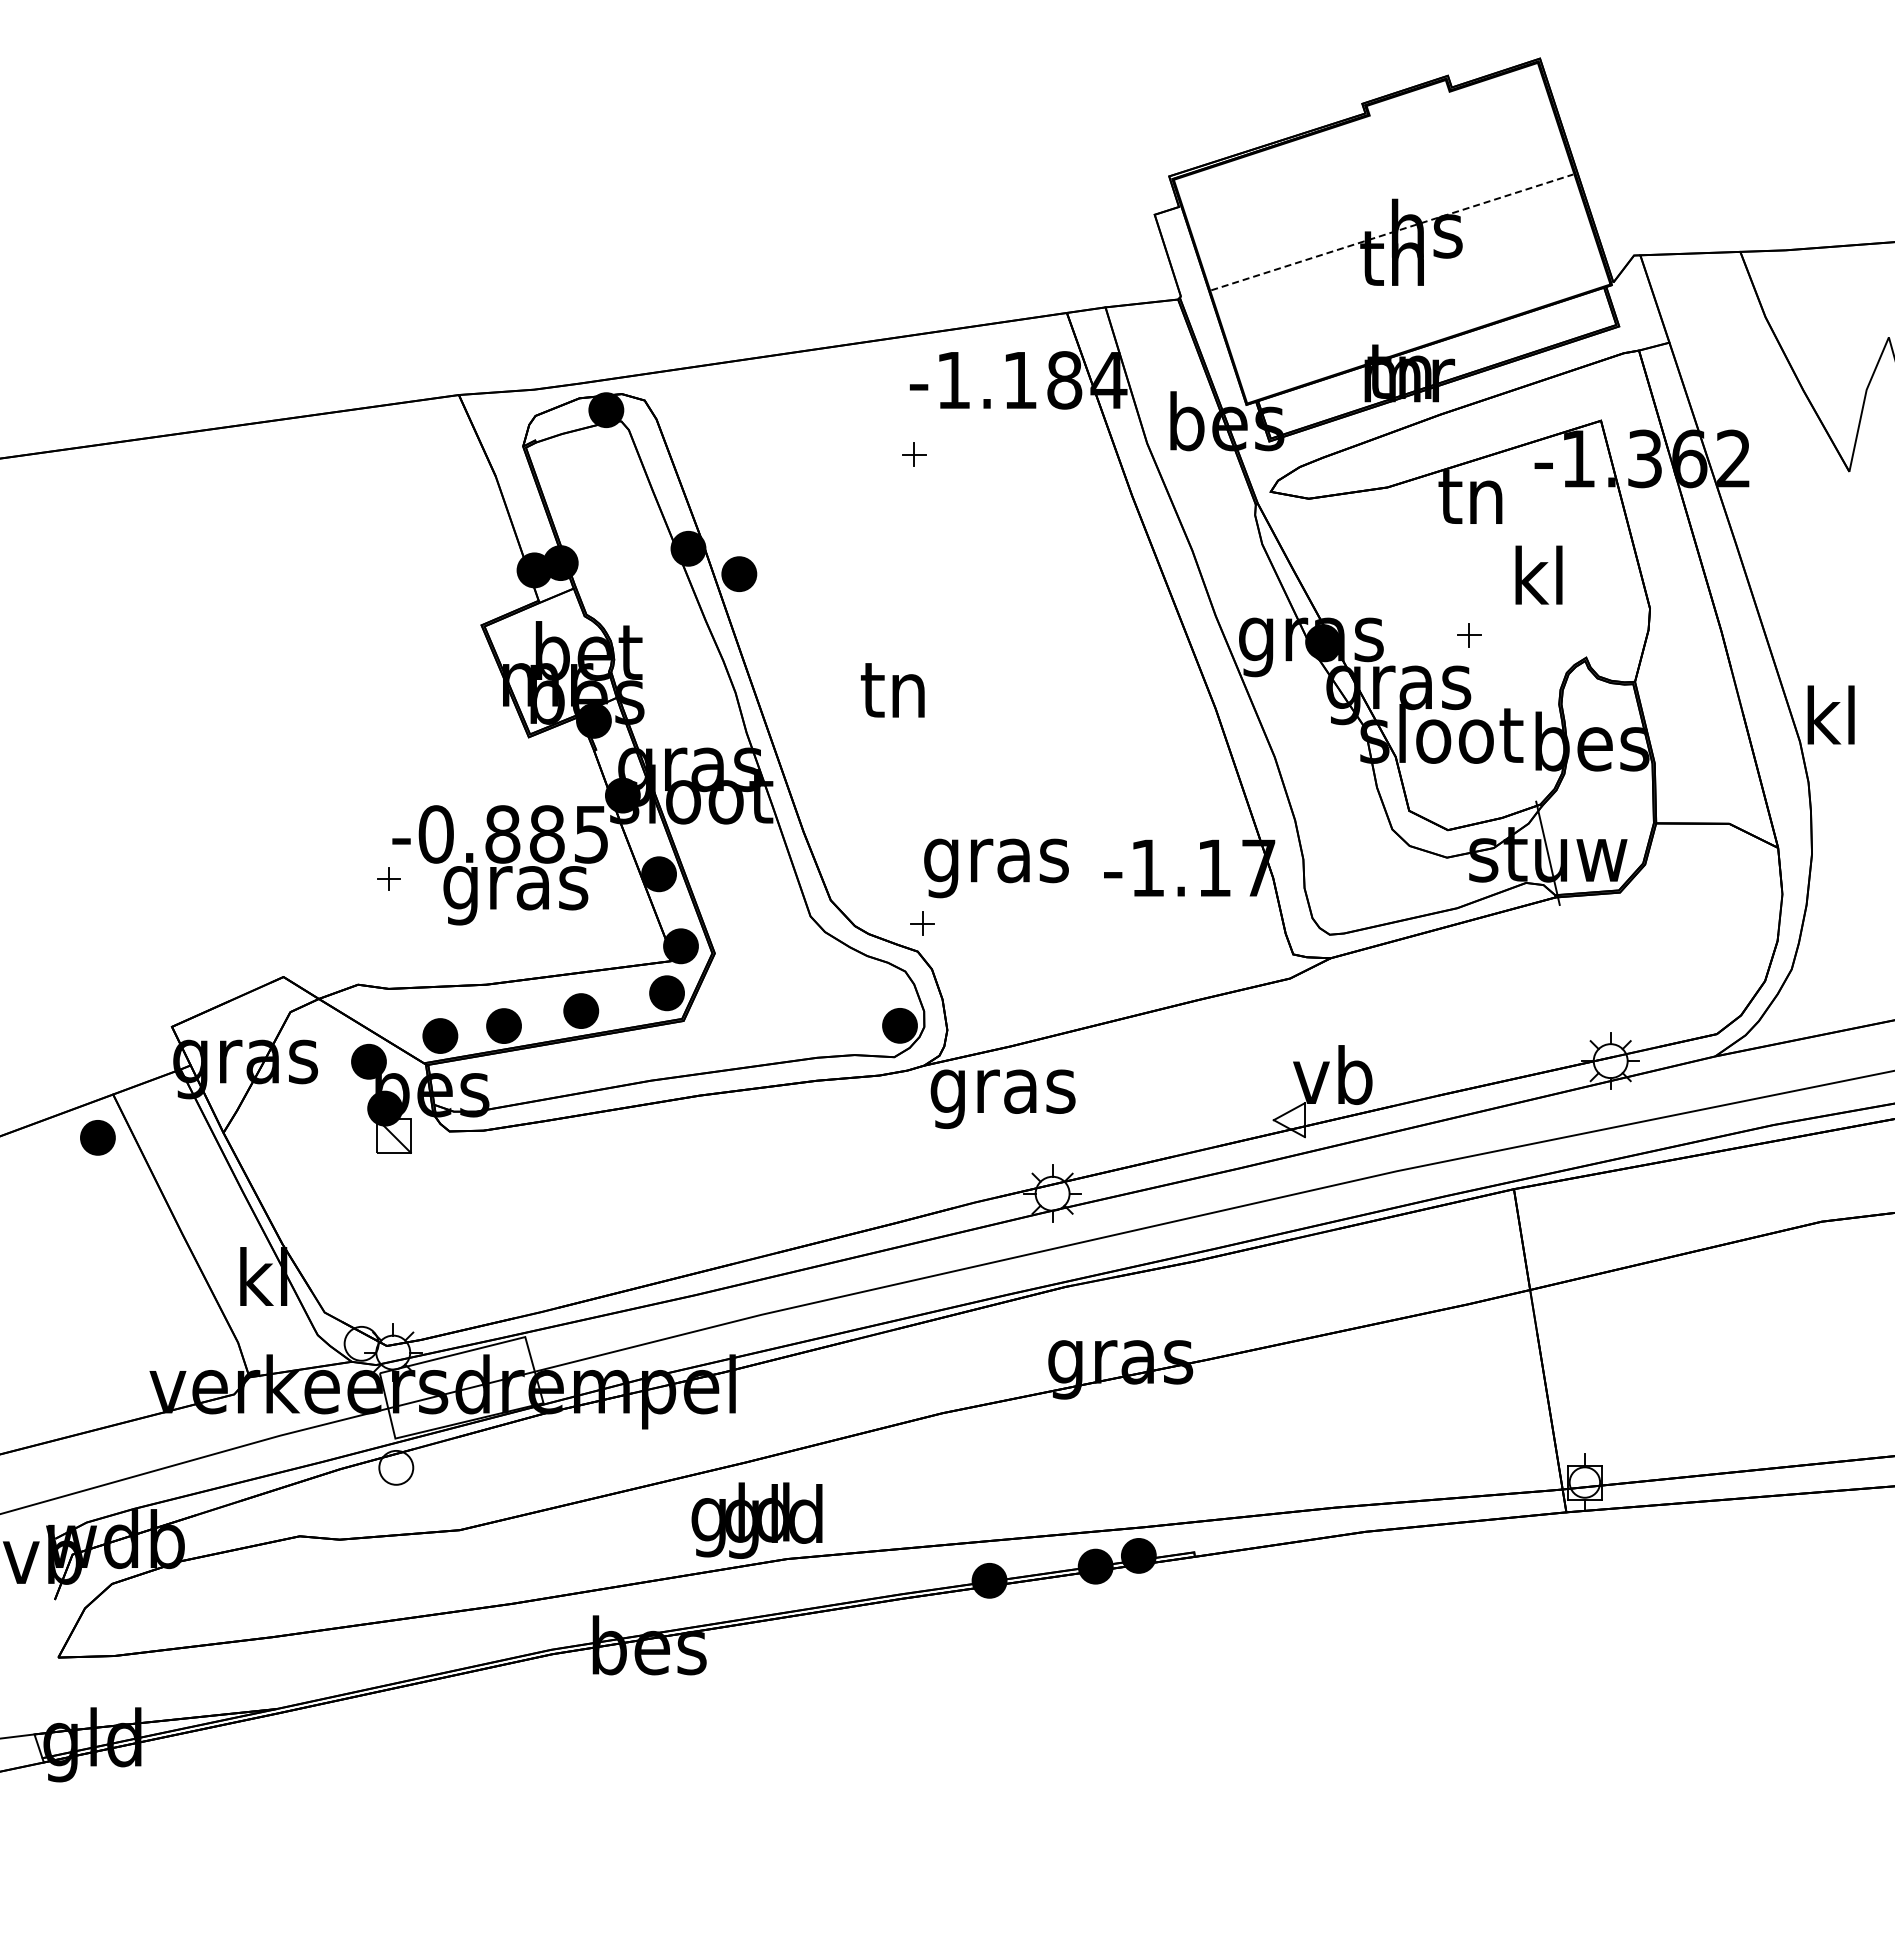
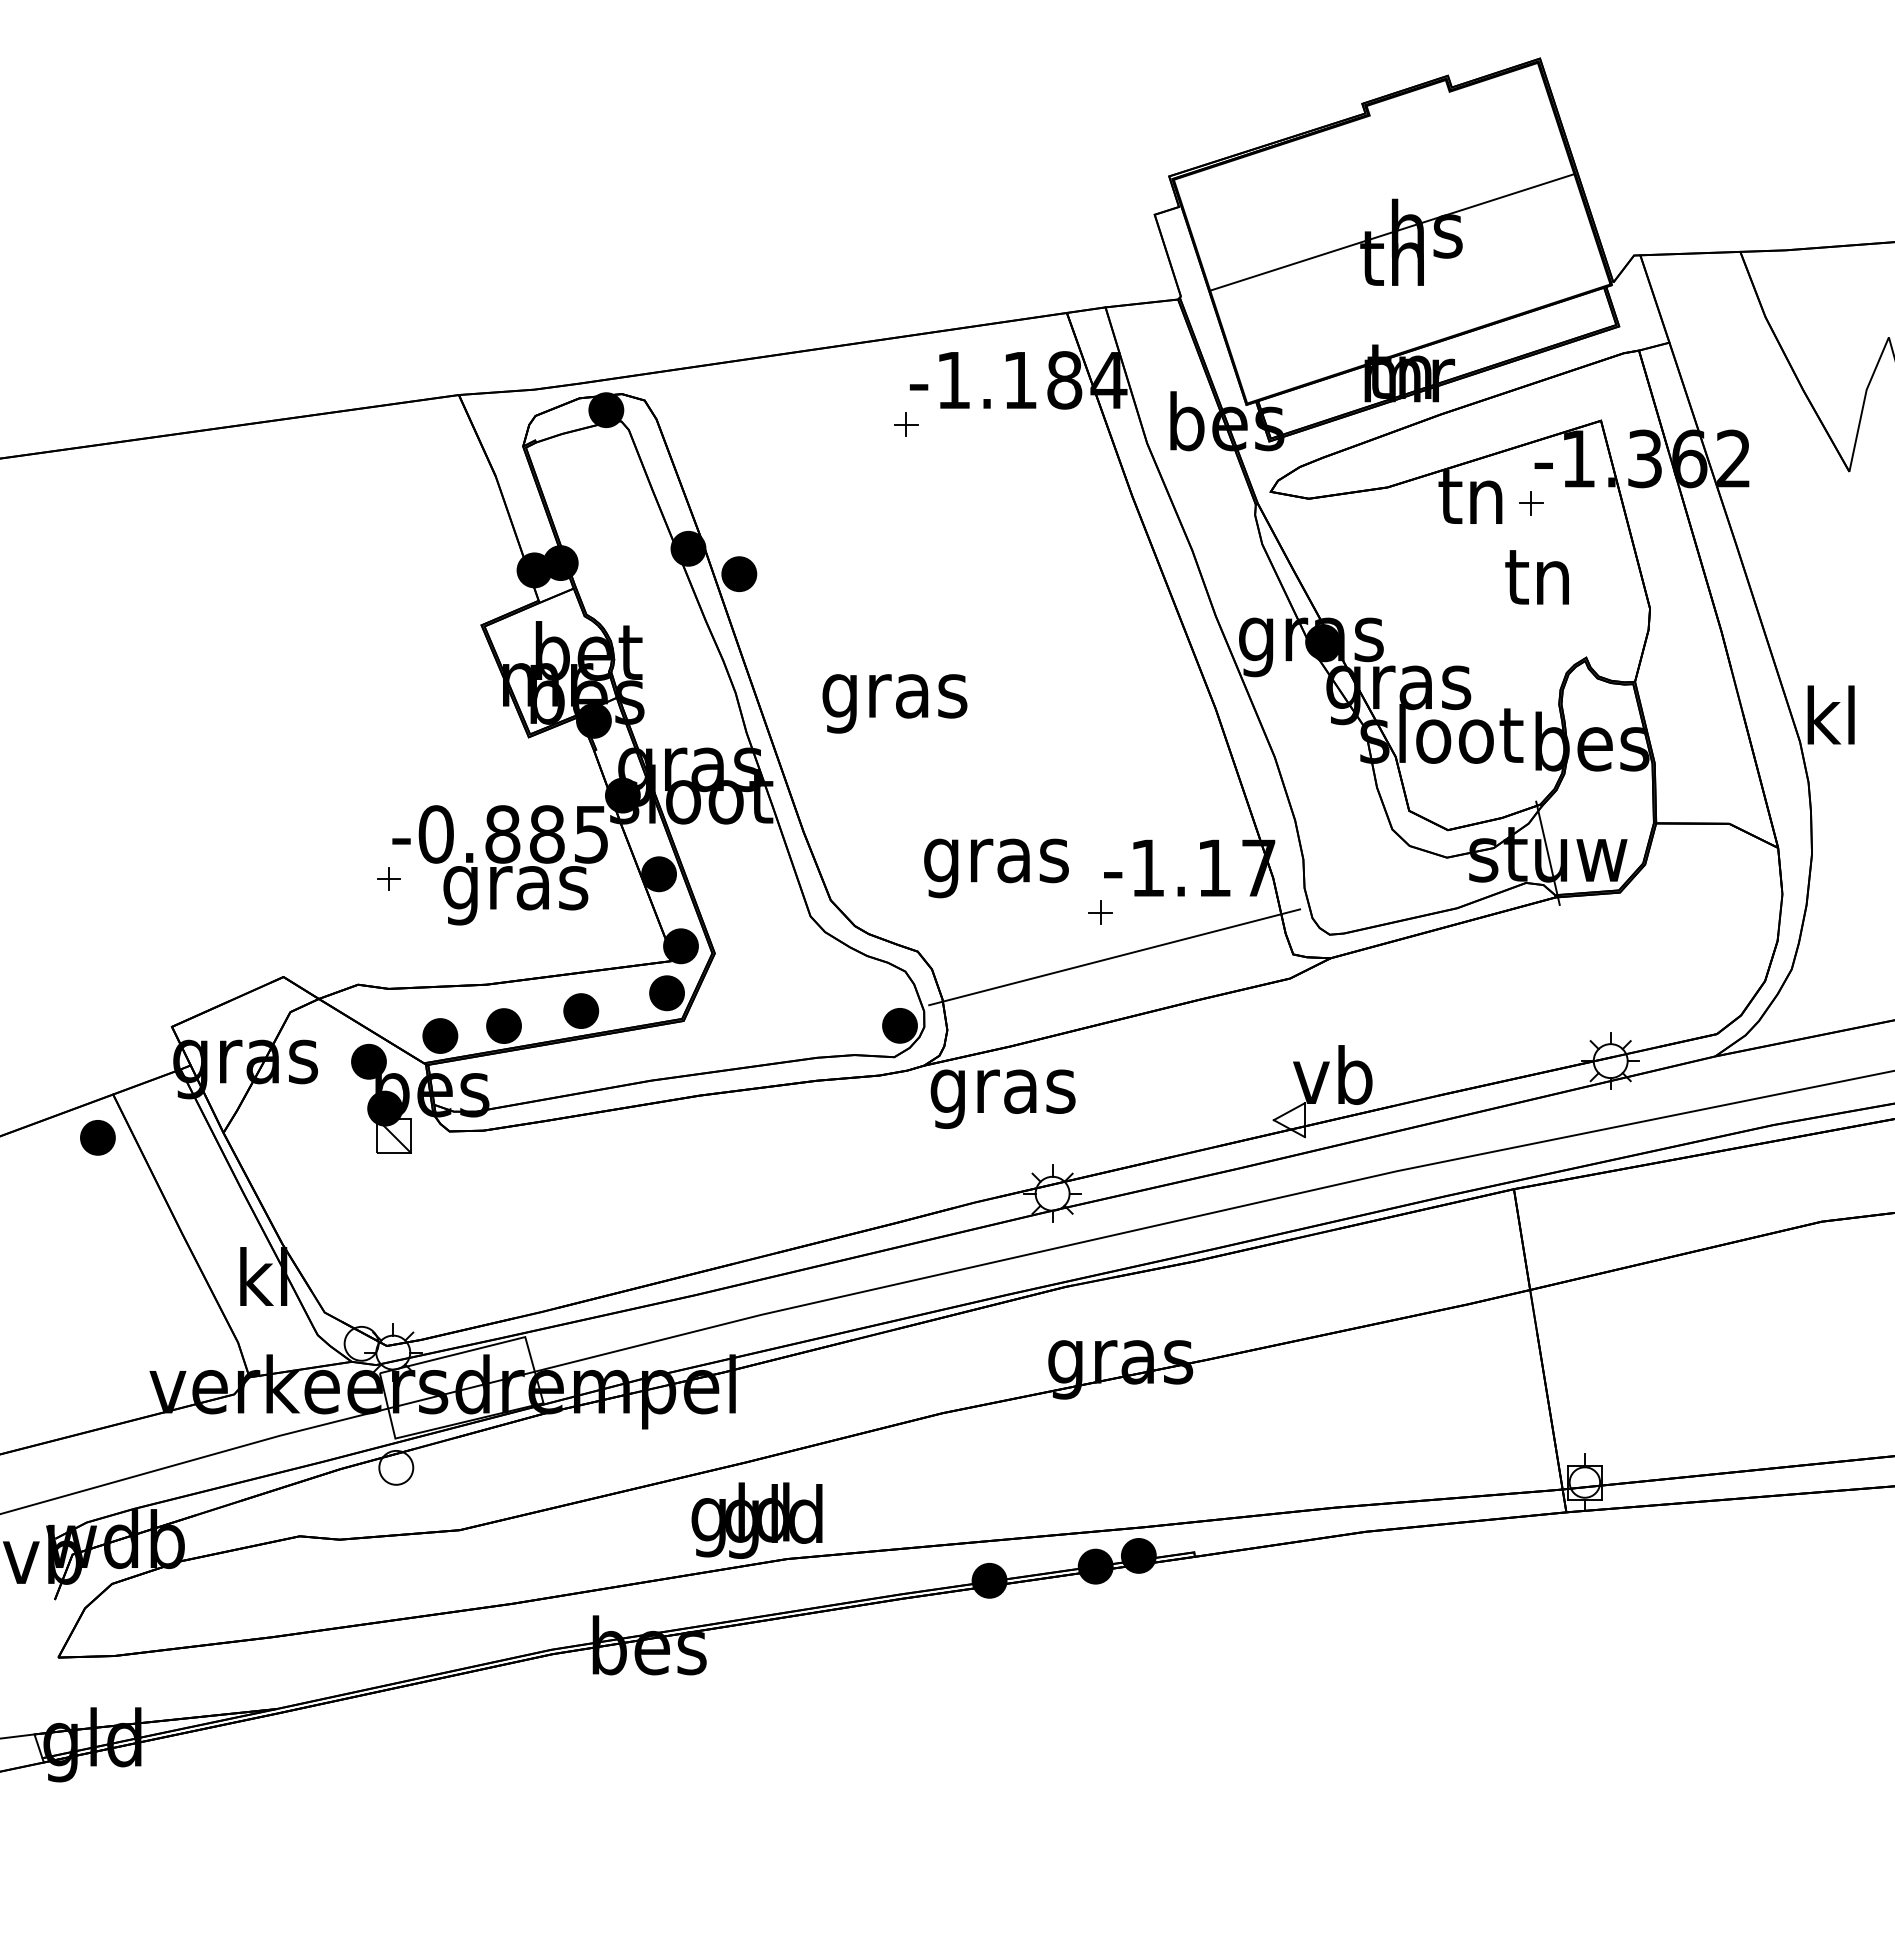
line at (1392, 232): dashed -> solid
part at (914, 454) position: (914, 454) -> (906, 424)
text at (1536, 574): kl -> tn
part at (1469, 635) position: (1469, 635) -> (1531, 503)
text at (894, 698): tn -> gras
part at (922, 923) position: (922, 923) -> (1100, 912)
line at (1114, 957): none -> present
